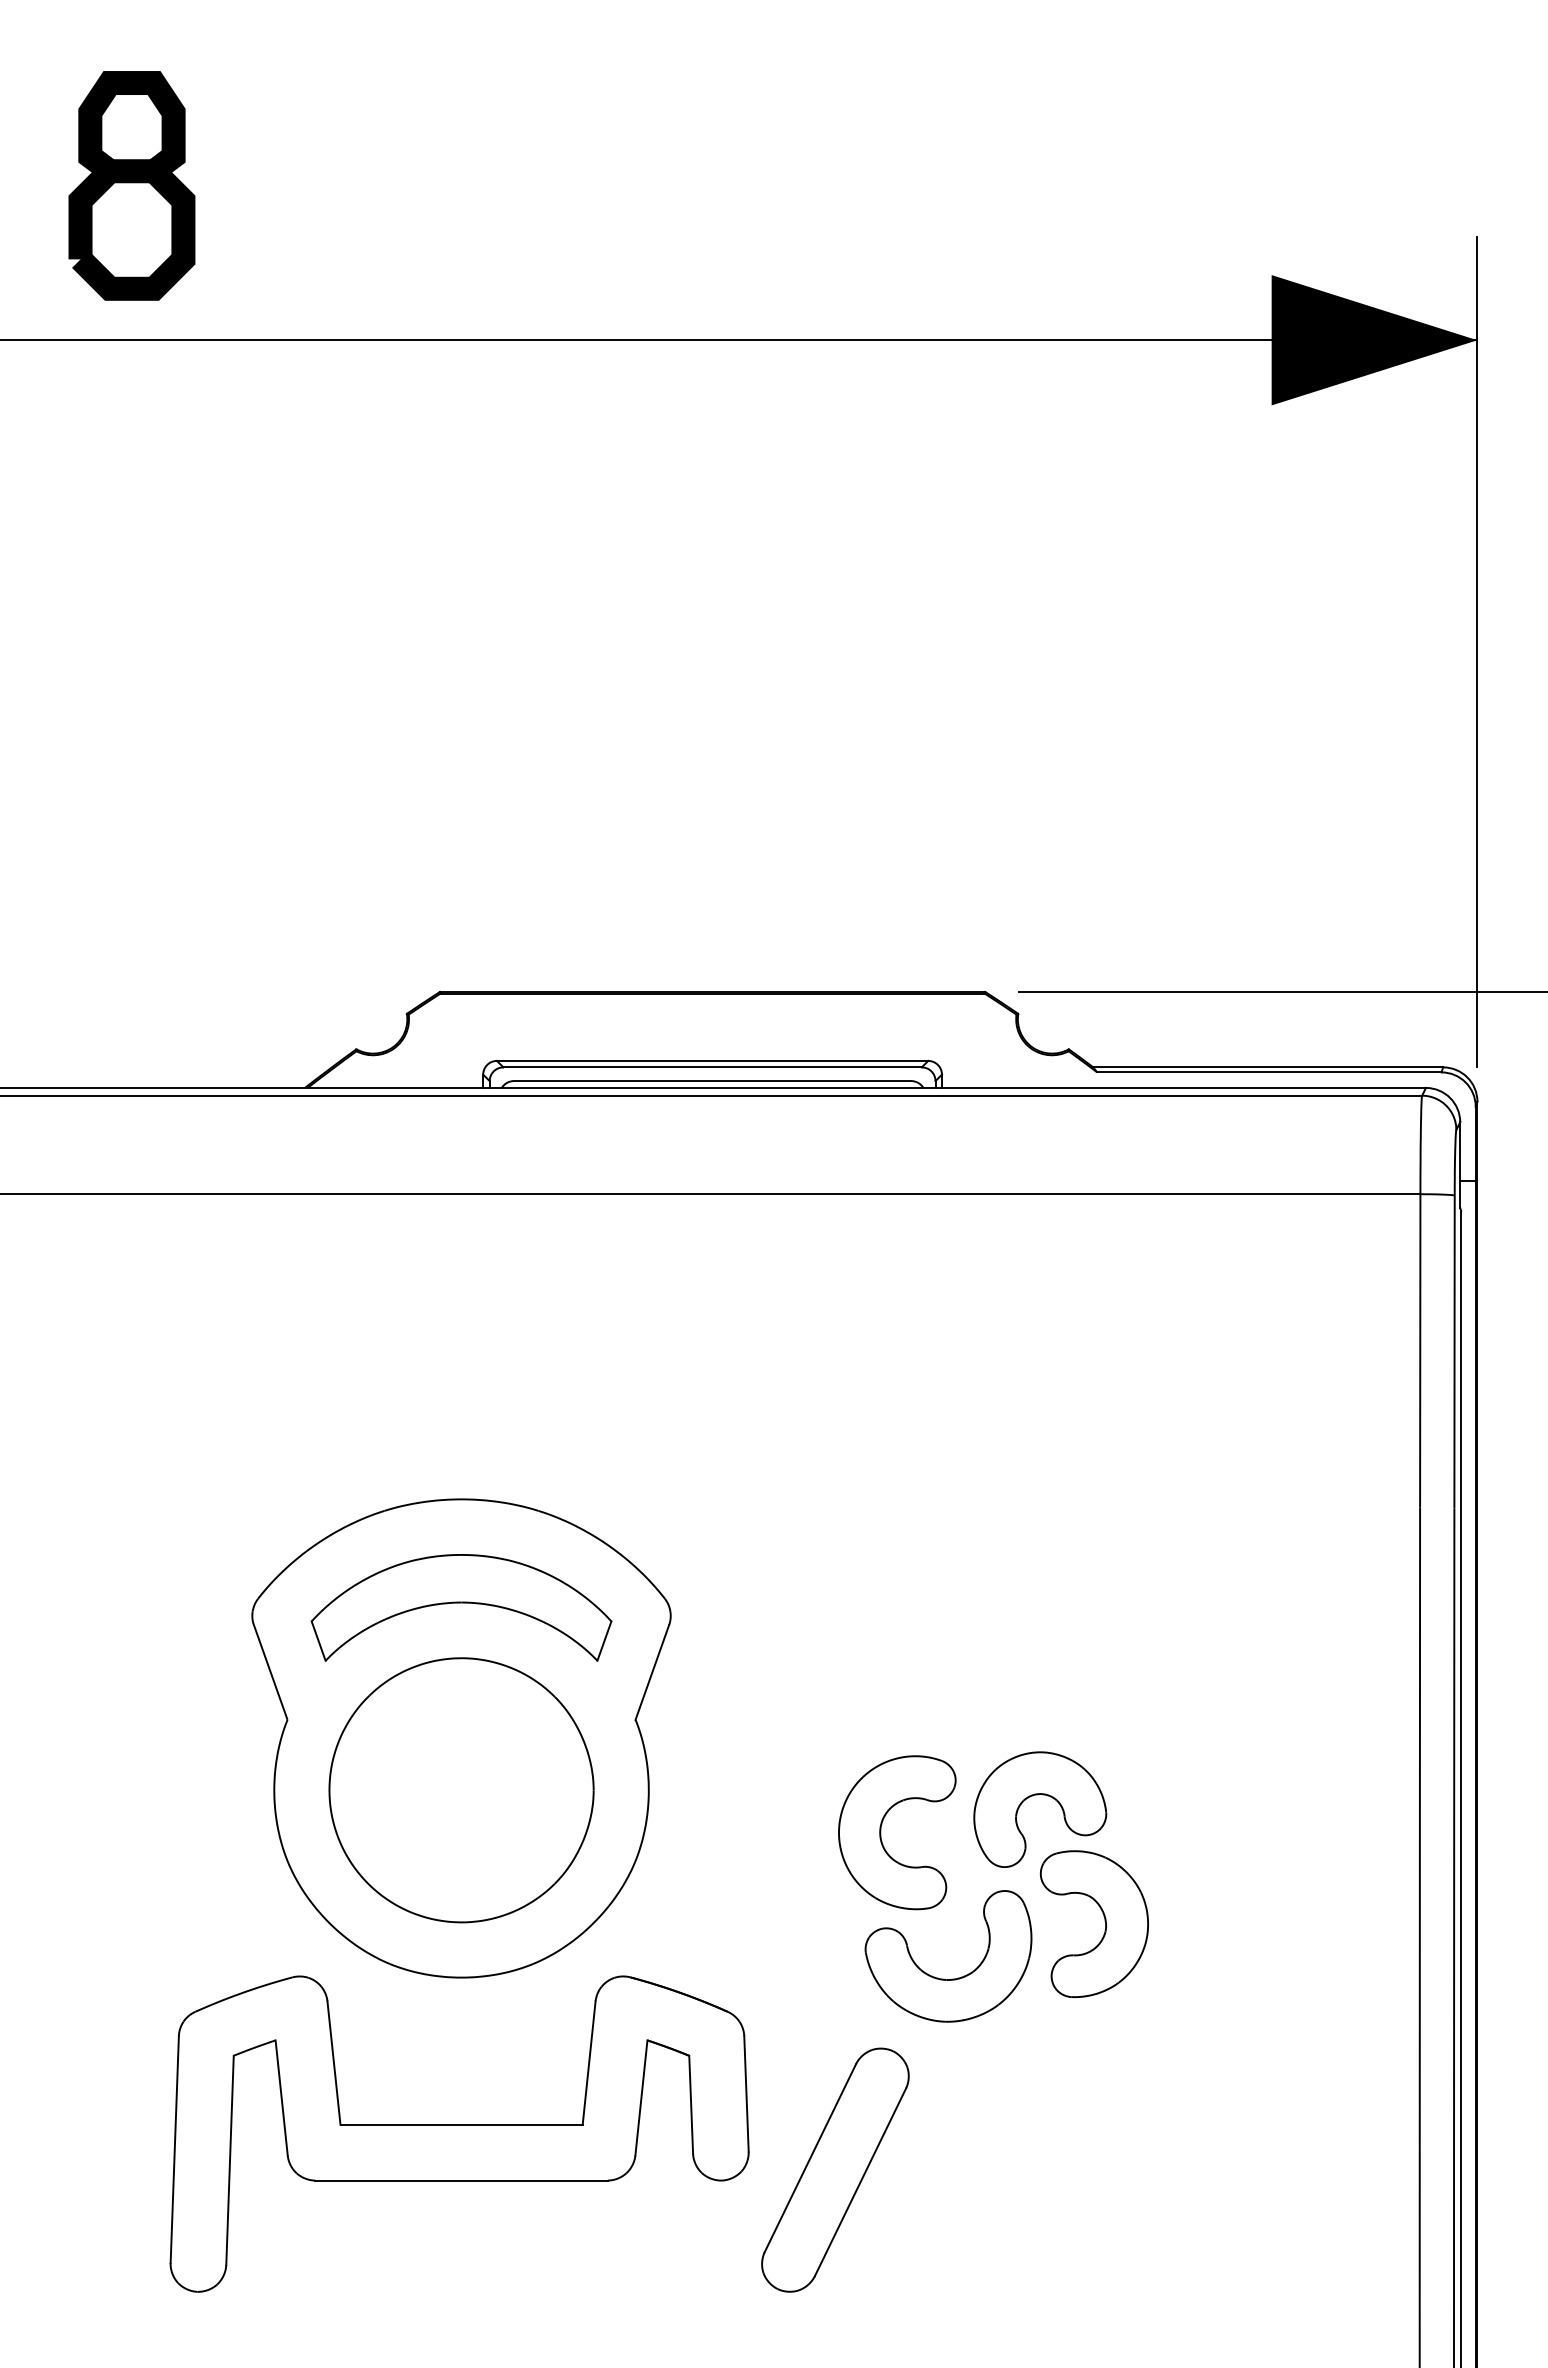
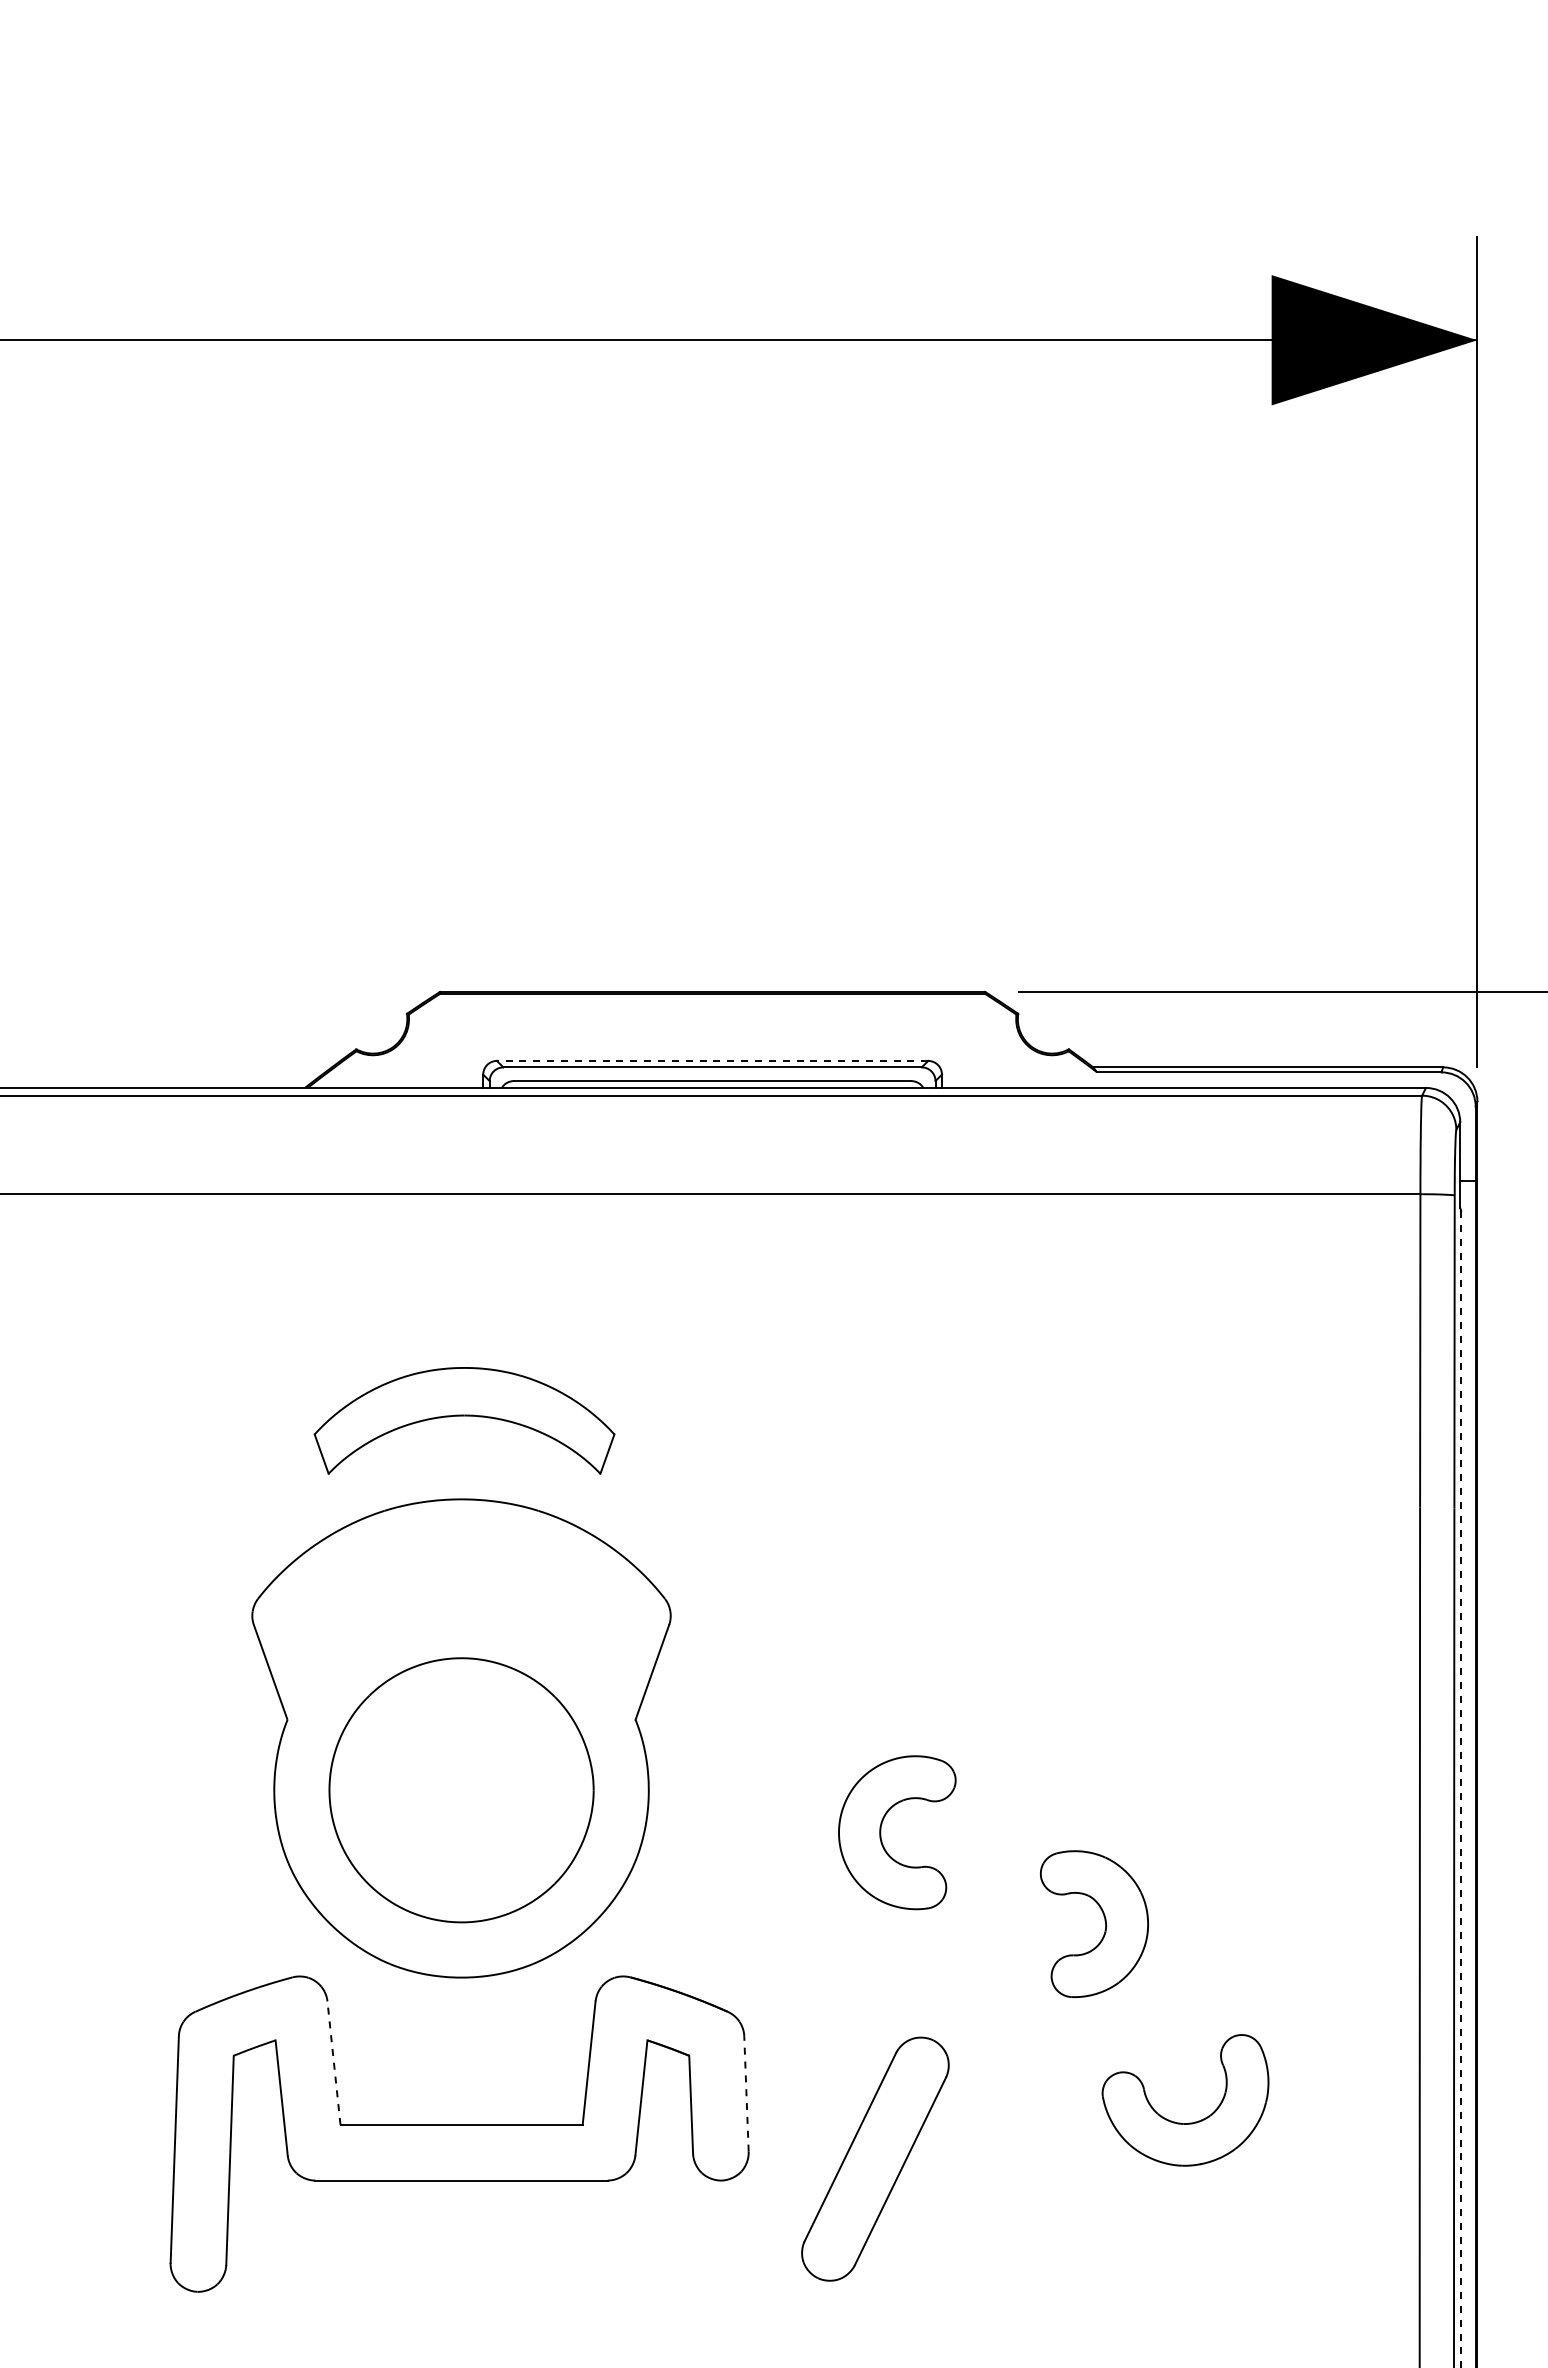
part at (131, 185): present -> none
line at (712, 1060): solid -> dashed
part at (461, 1607) position: (461, 1607) -> (464, 1420)
line at (1461, 1789): solid -> dashed
part at (1042, 1795): present -> none
part at (952, 1978) position: (952, 1978) -> (1189, 2122)
line at (333, 2062): solid -> dashed
line at (746, 2093): solid -> dashed
part at (835, 2169) position: (835, 2169) -> (875, 2158)
